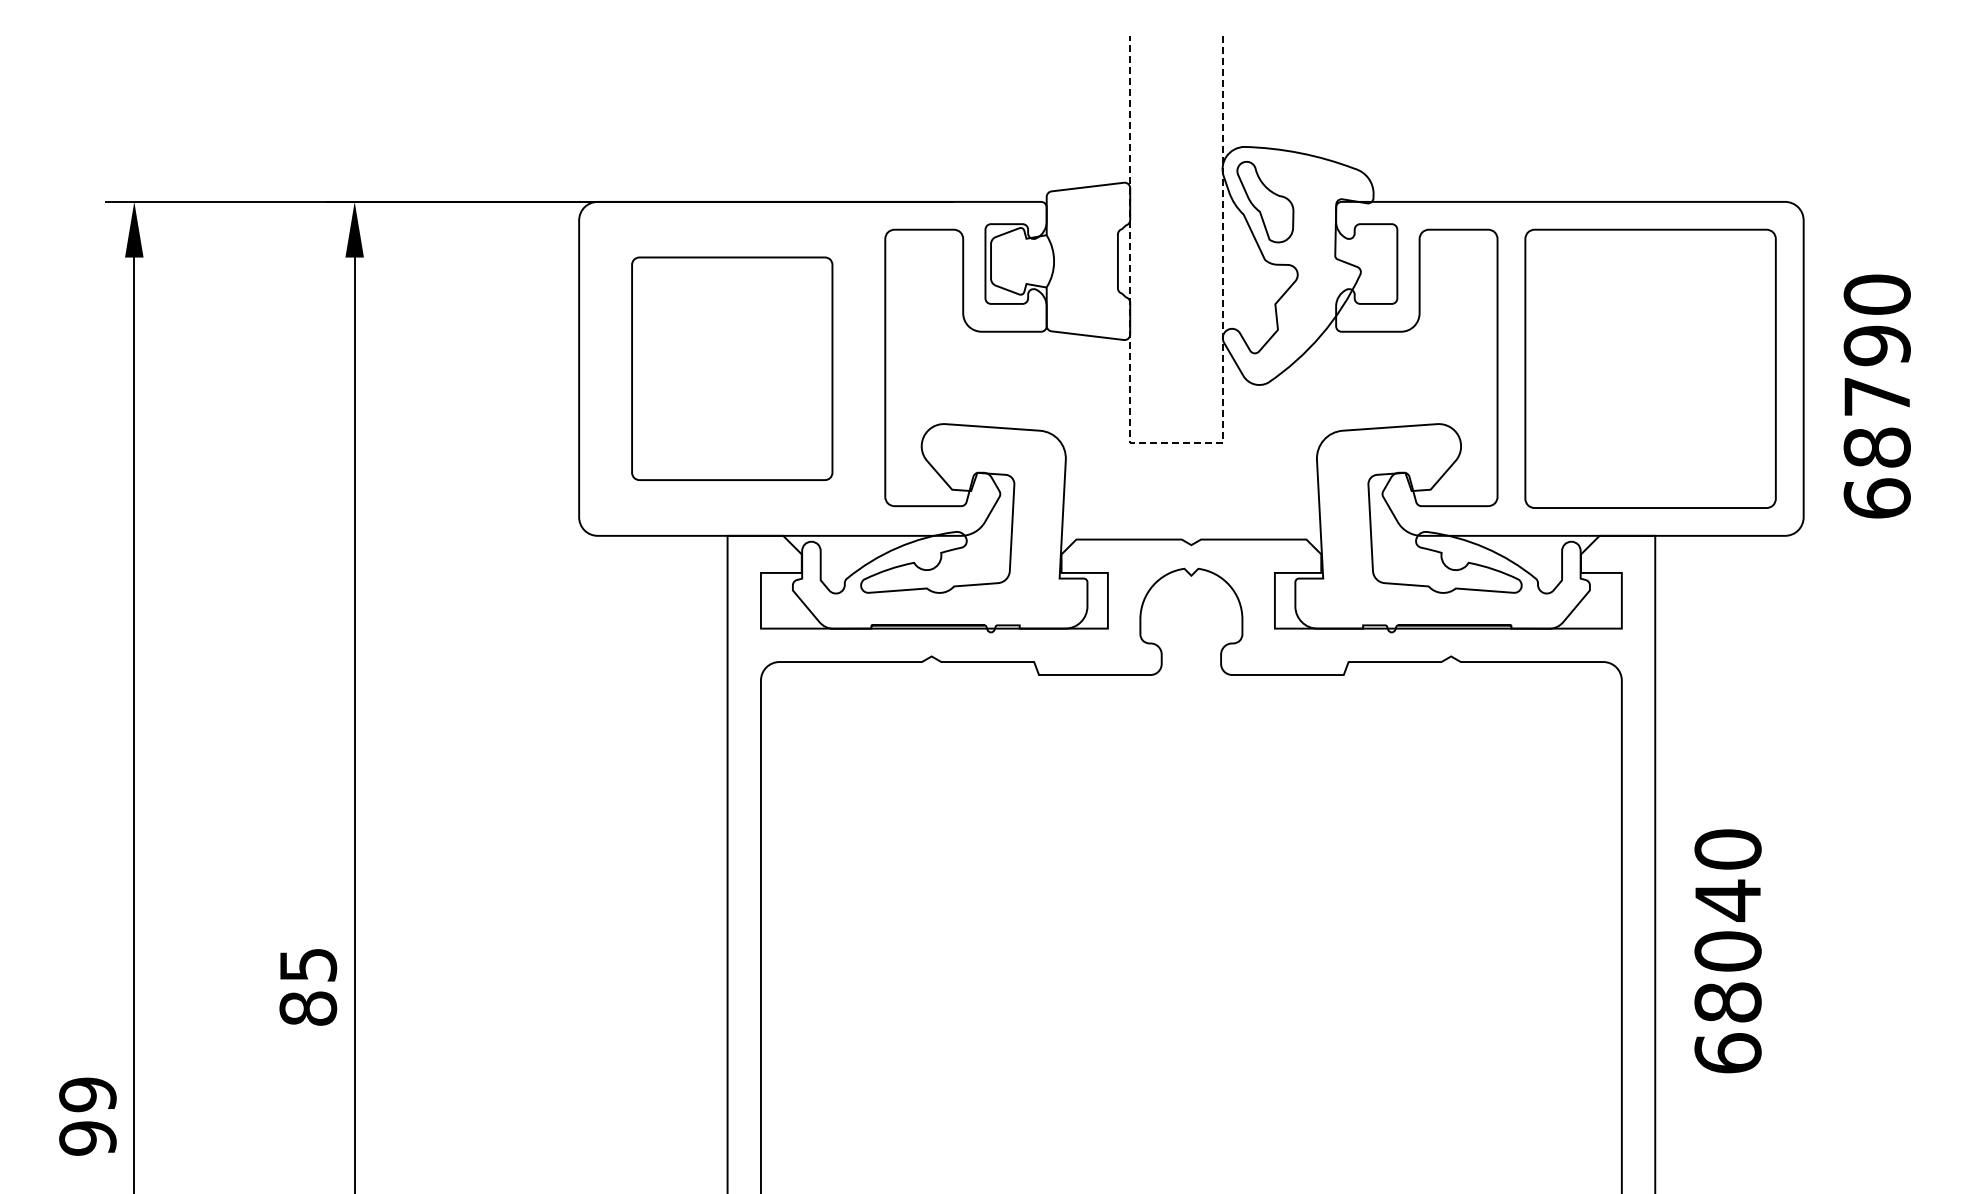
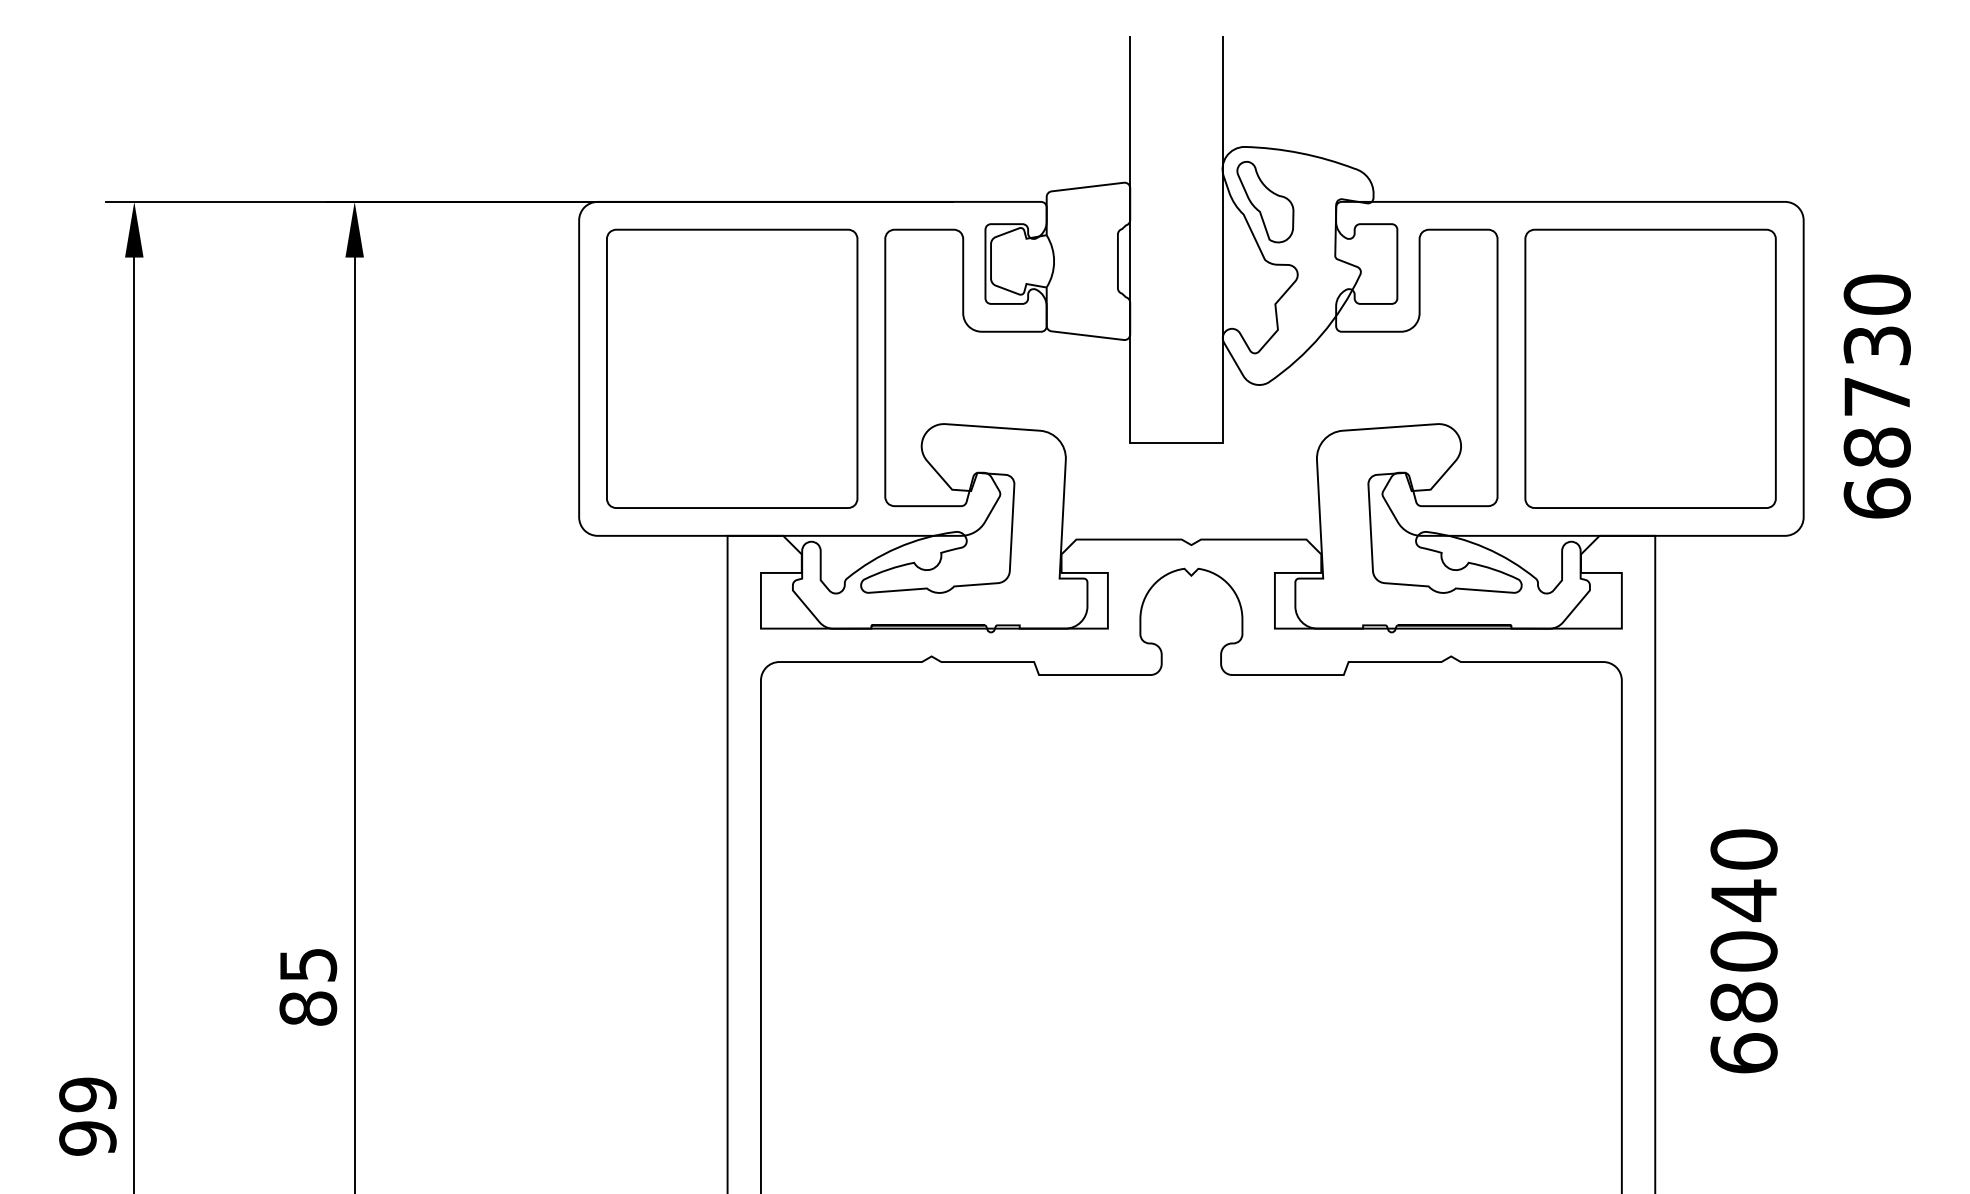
text at (1876, 345): 68790 -> 68730
part at (732, 368) size: 203x225 px -> 253x281 px
line at (1176, 443): dashed -> solid
text at (1727, 951) position: (1727, 951) -> (1743, 951)
